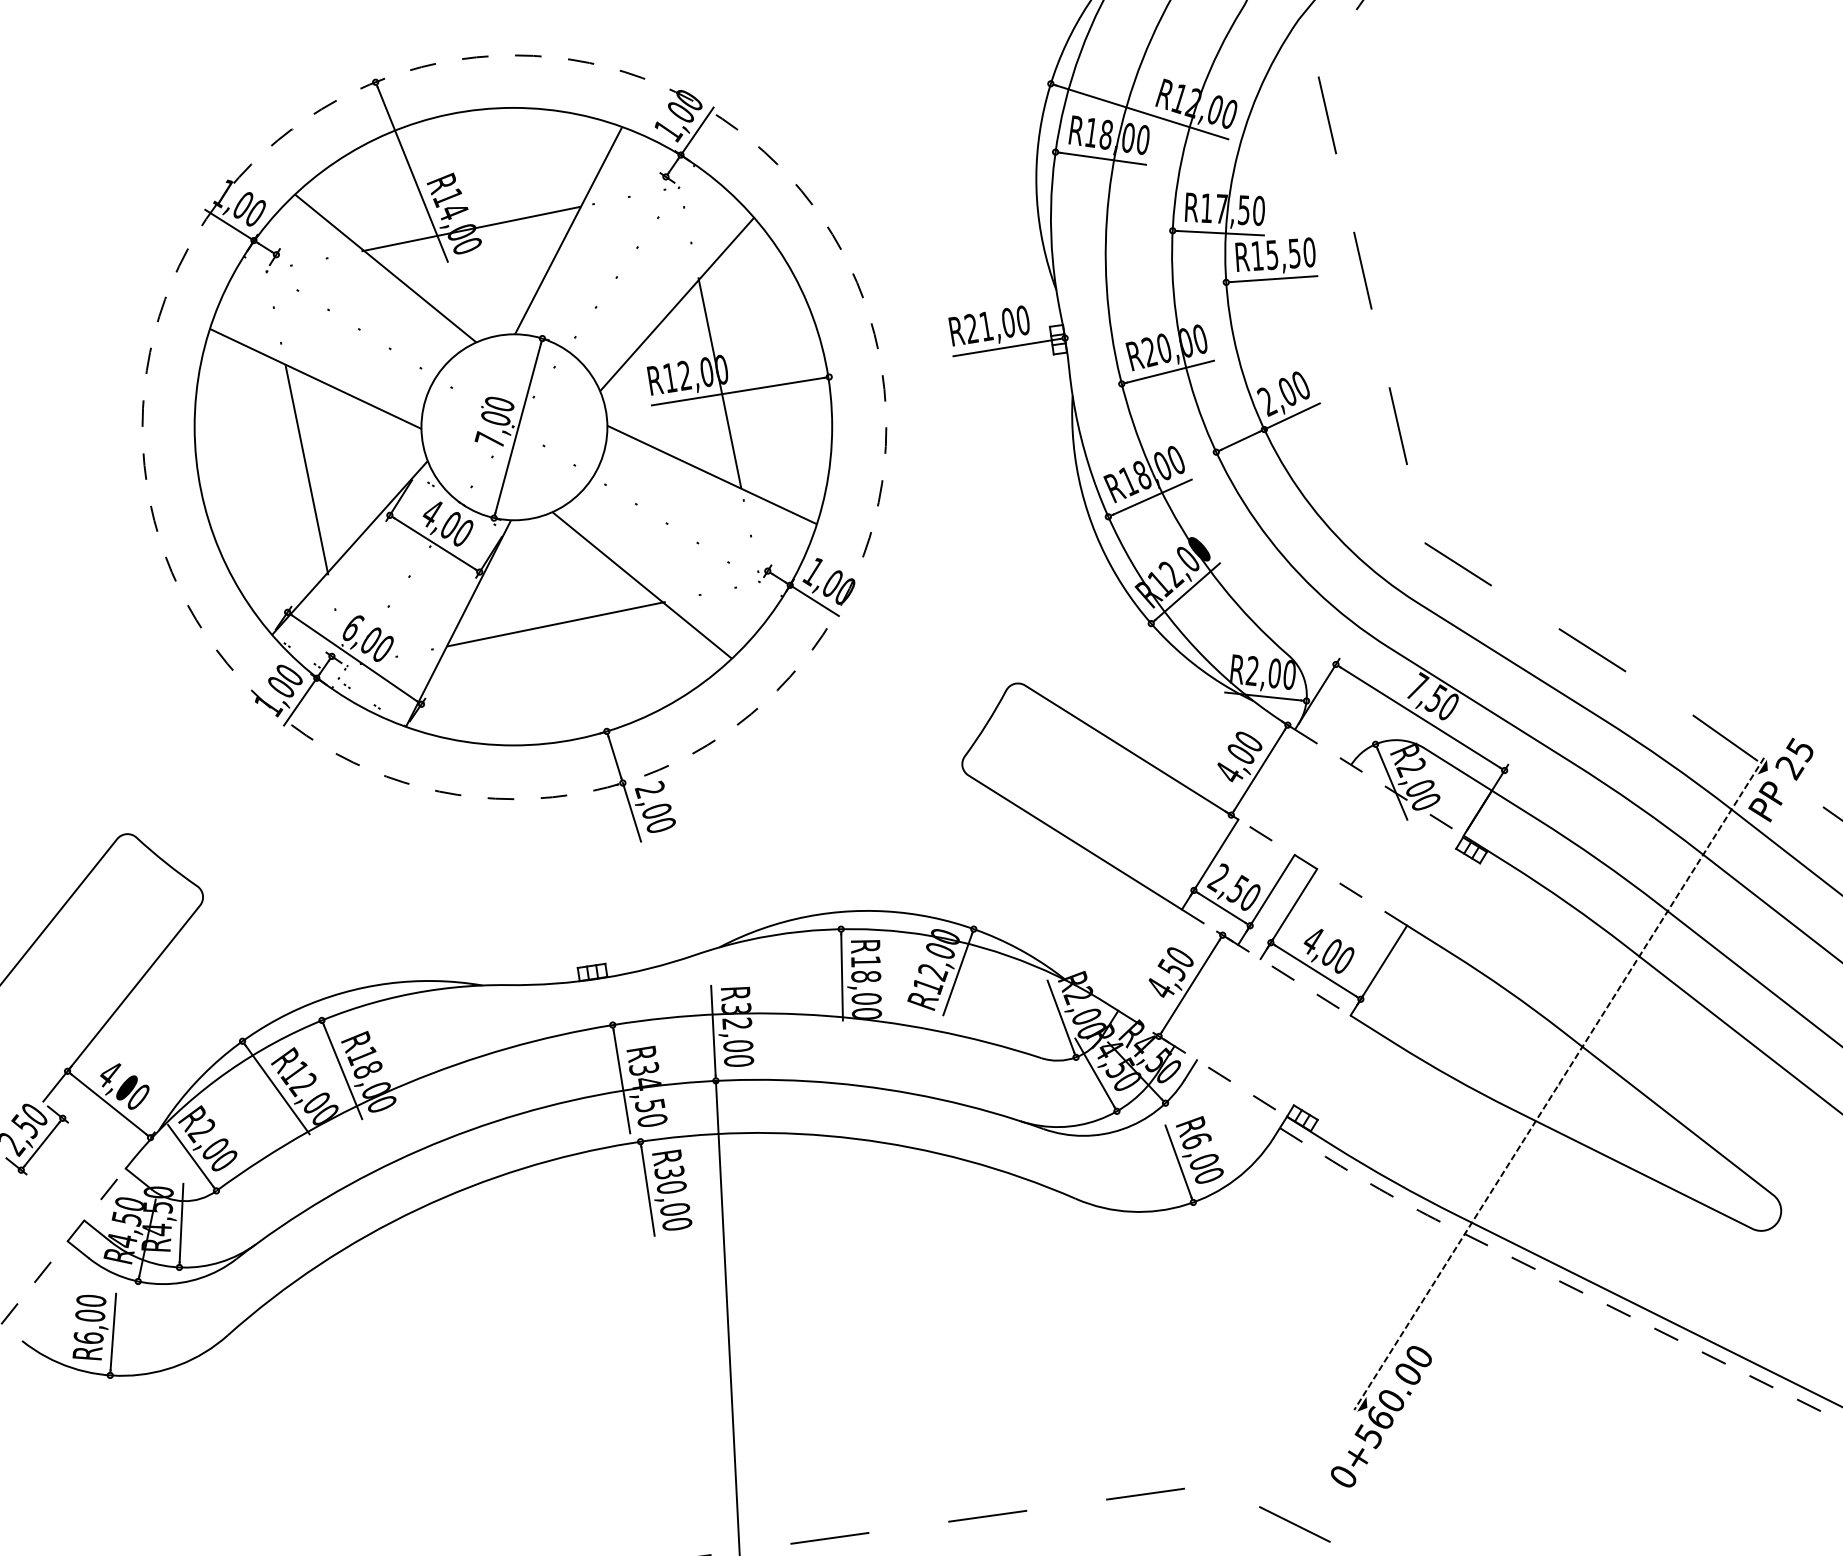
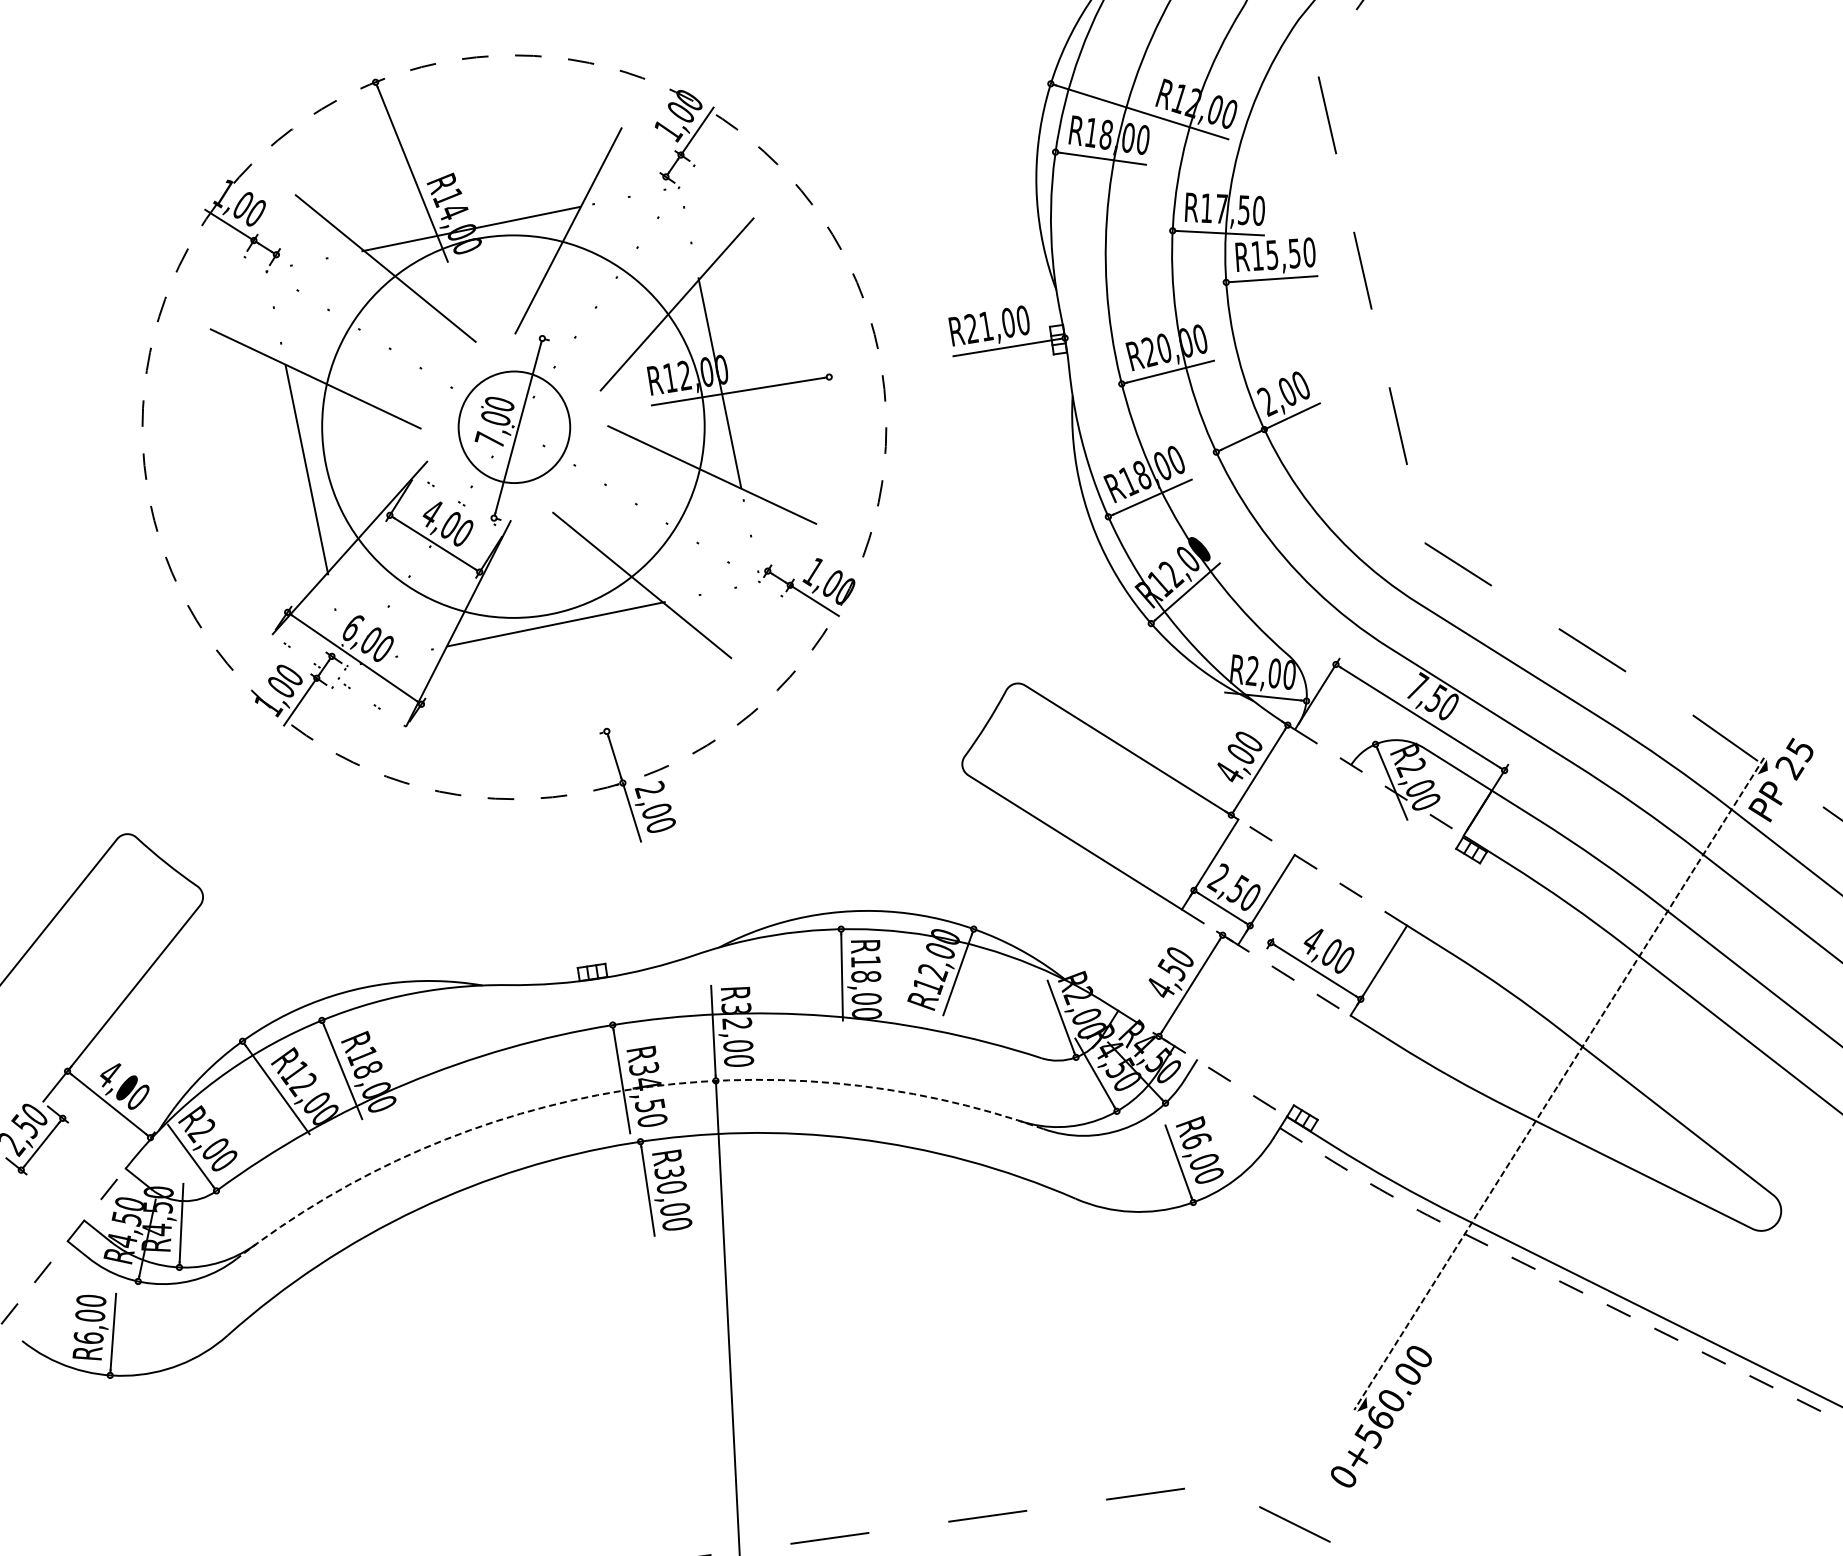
circle at (513, 426) diameter: 638 px -> 383 px
circle at (514, 427) diameter: 186 px -> 112 px
line at (1288, 914): present -> none
arc at (623, 1090): solid -> dashed
